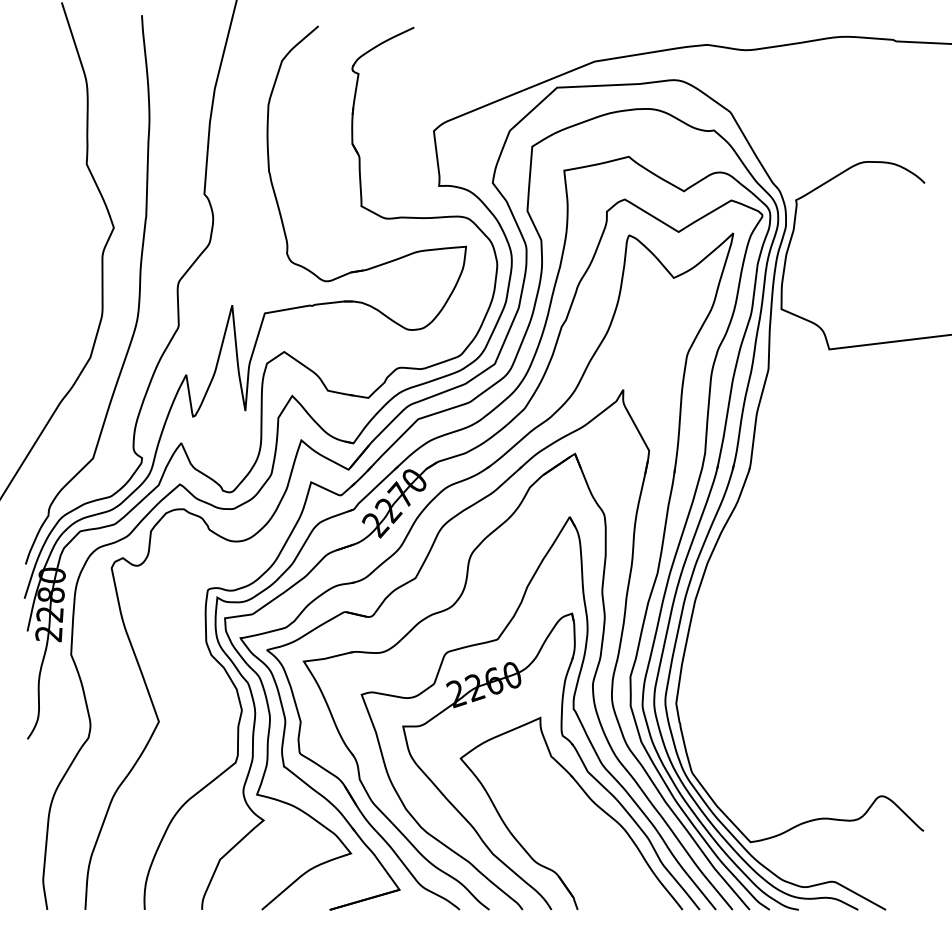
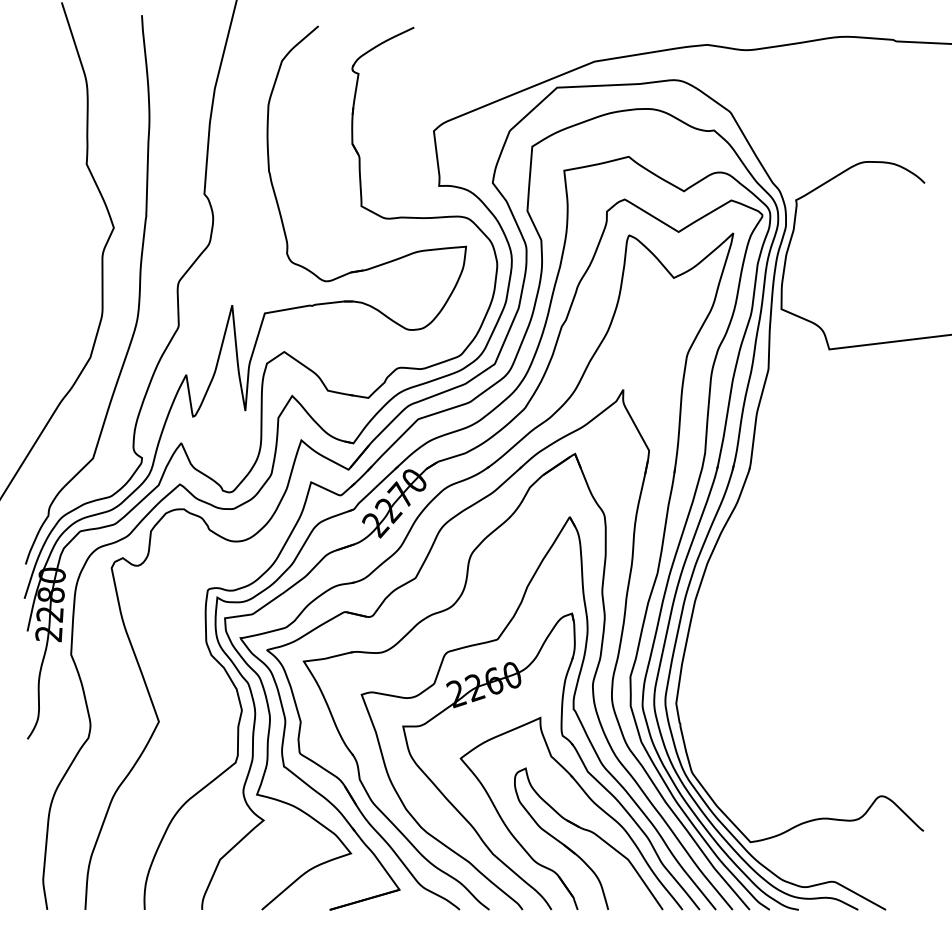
part at (590, 832): none -> present
